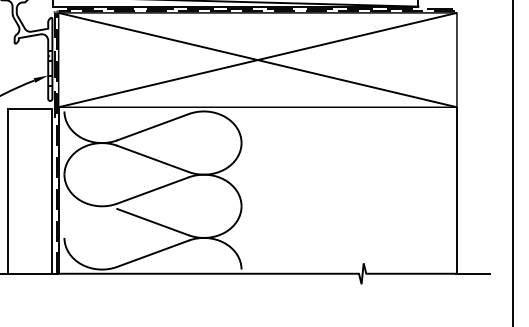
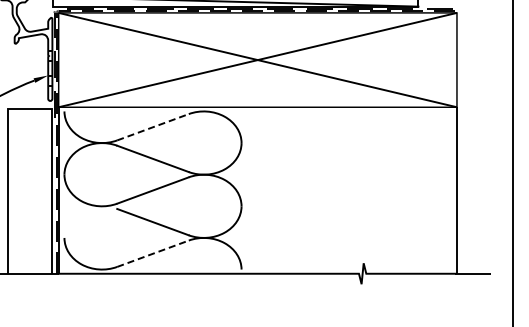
line at (153, 127): solid -> dashed
line at (153, 253): solid -> dashed
